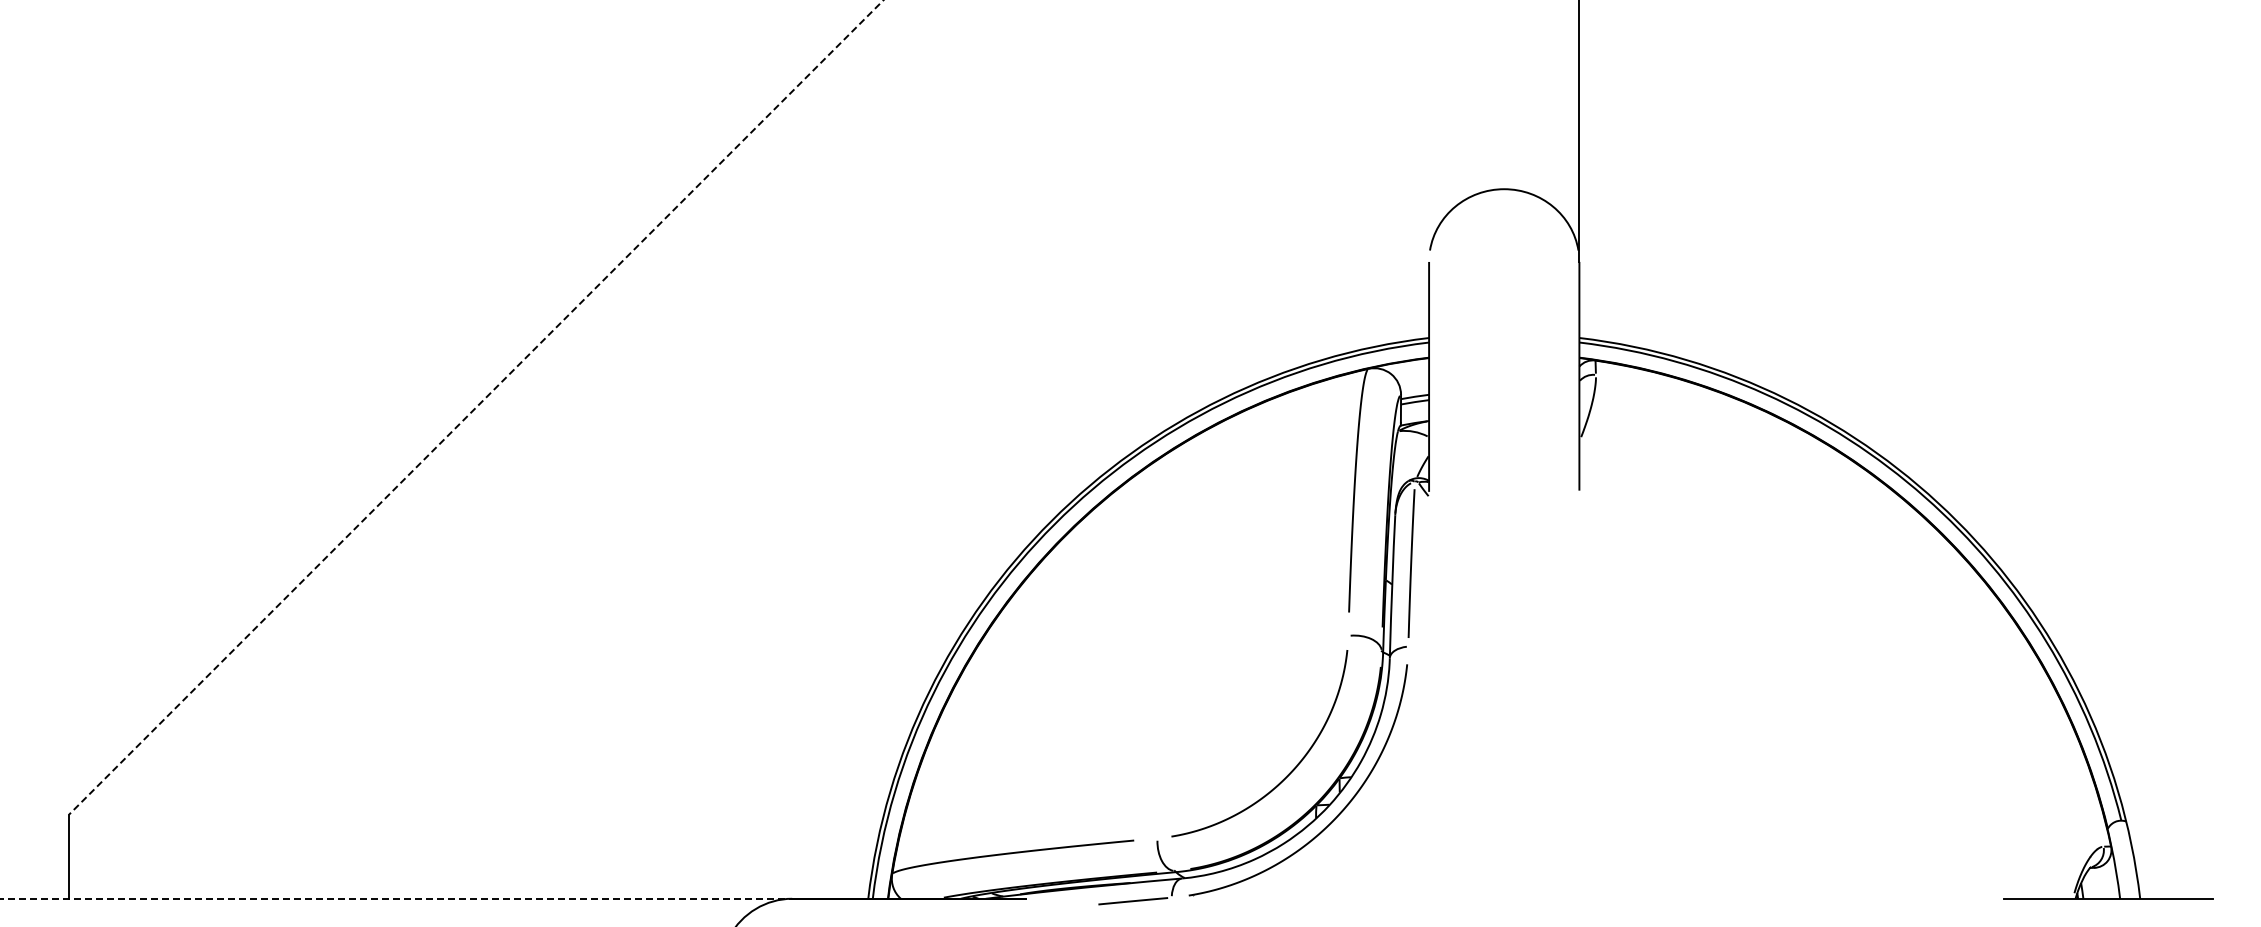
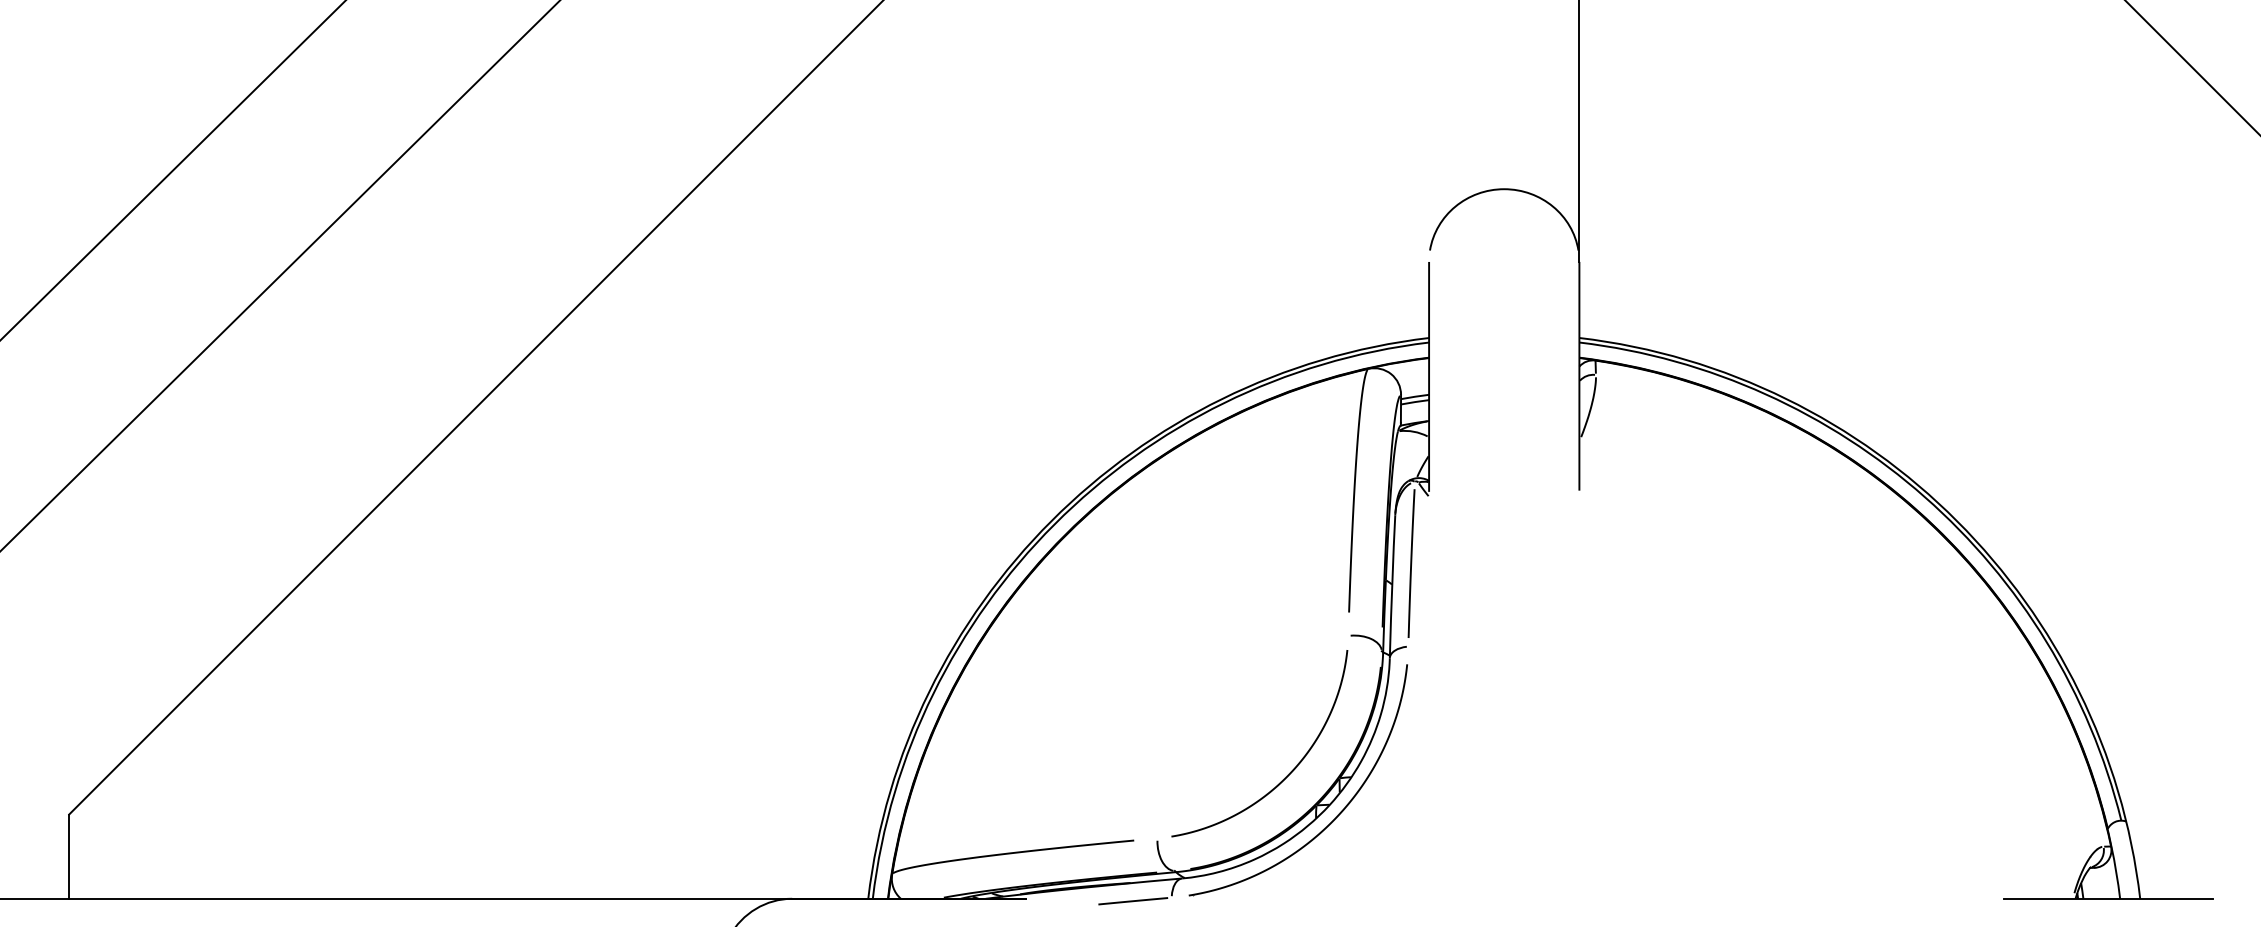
line at (2192, 67): none -> present
line at (172, 170): none -> present
line at (280, 275): none -> present
line at (476, 407): dashed -> solid
line at (396, 898): dashed -> solid
